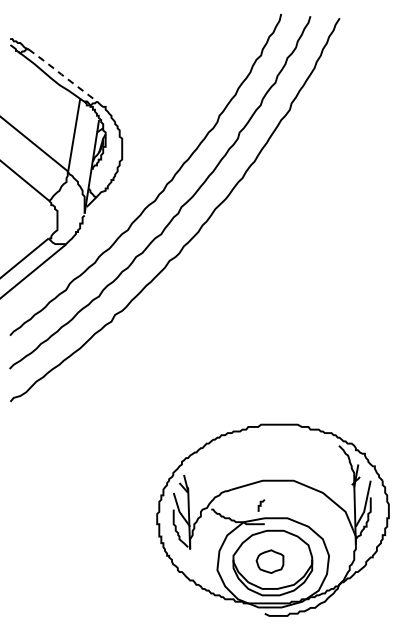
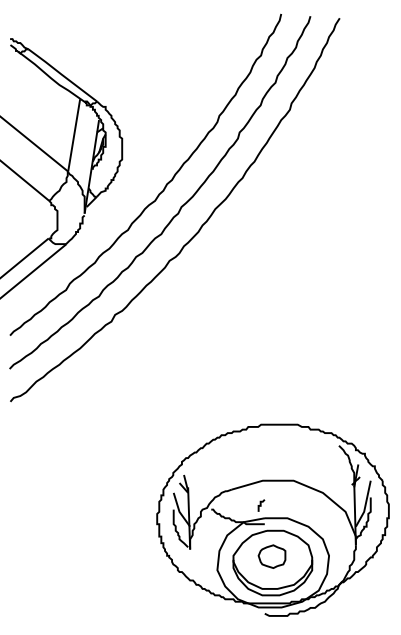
line at (61, 74): dashed -> solid
part at (269, 561) position: (269, 561) -> (271, 556)
